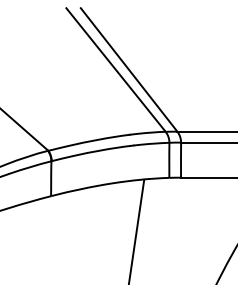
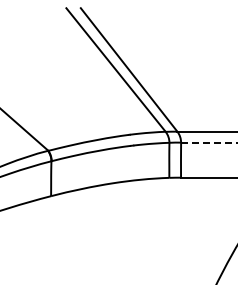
line at (209, 142): solid -> dashed
line at (136, 230): present -> none
